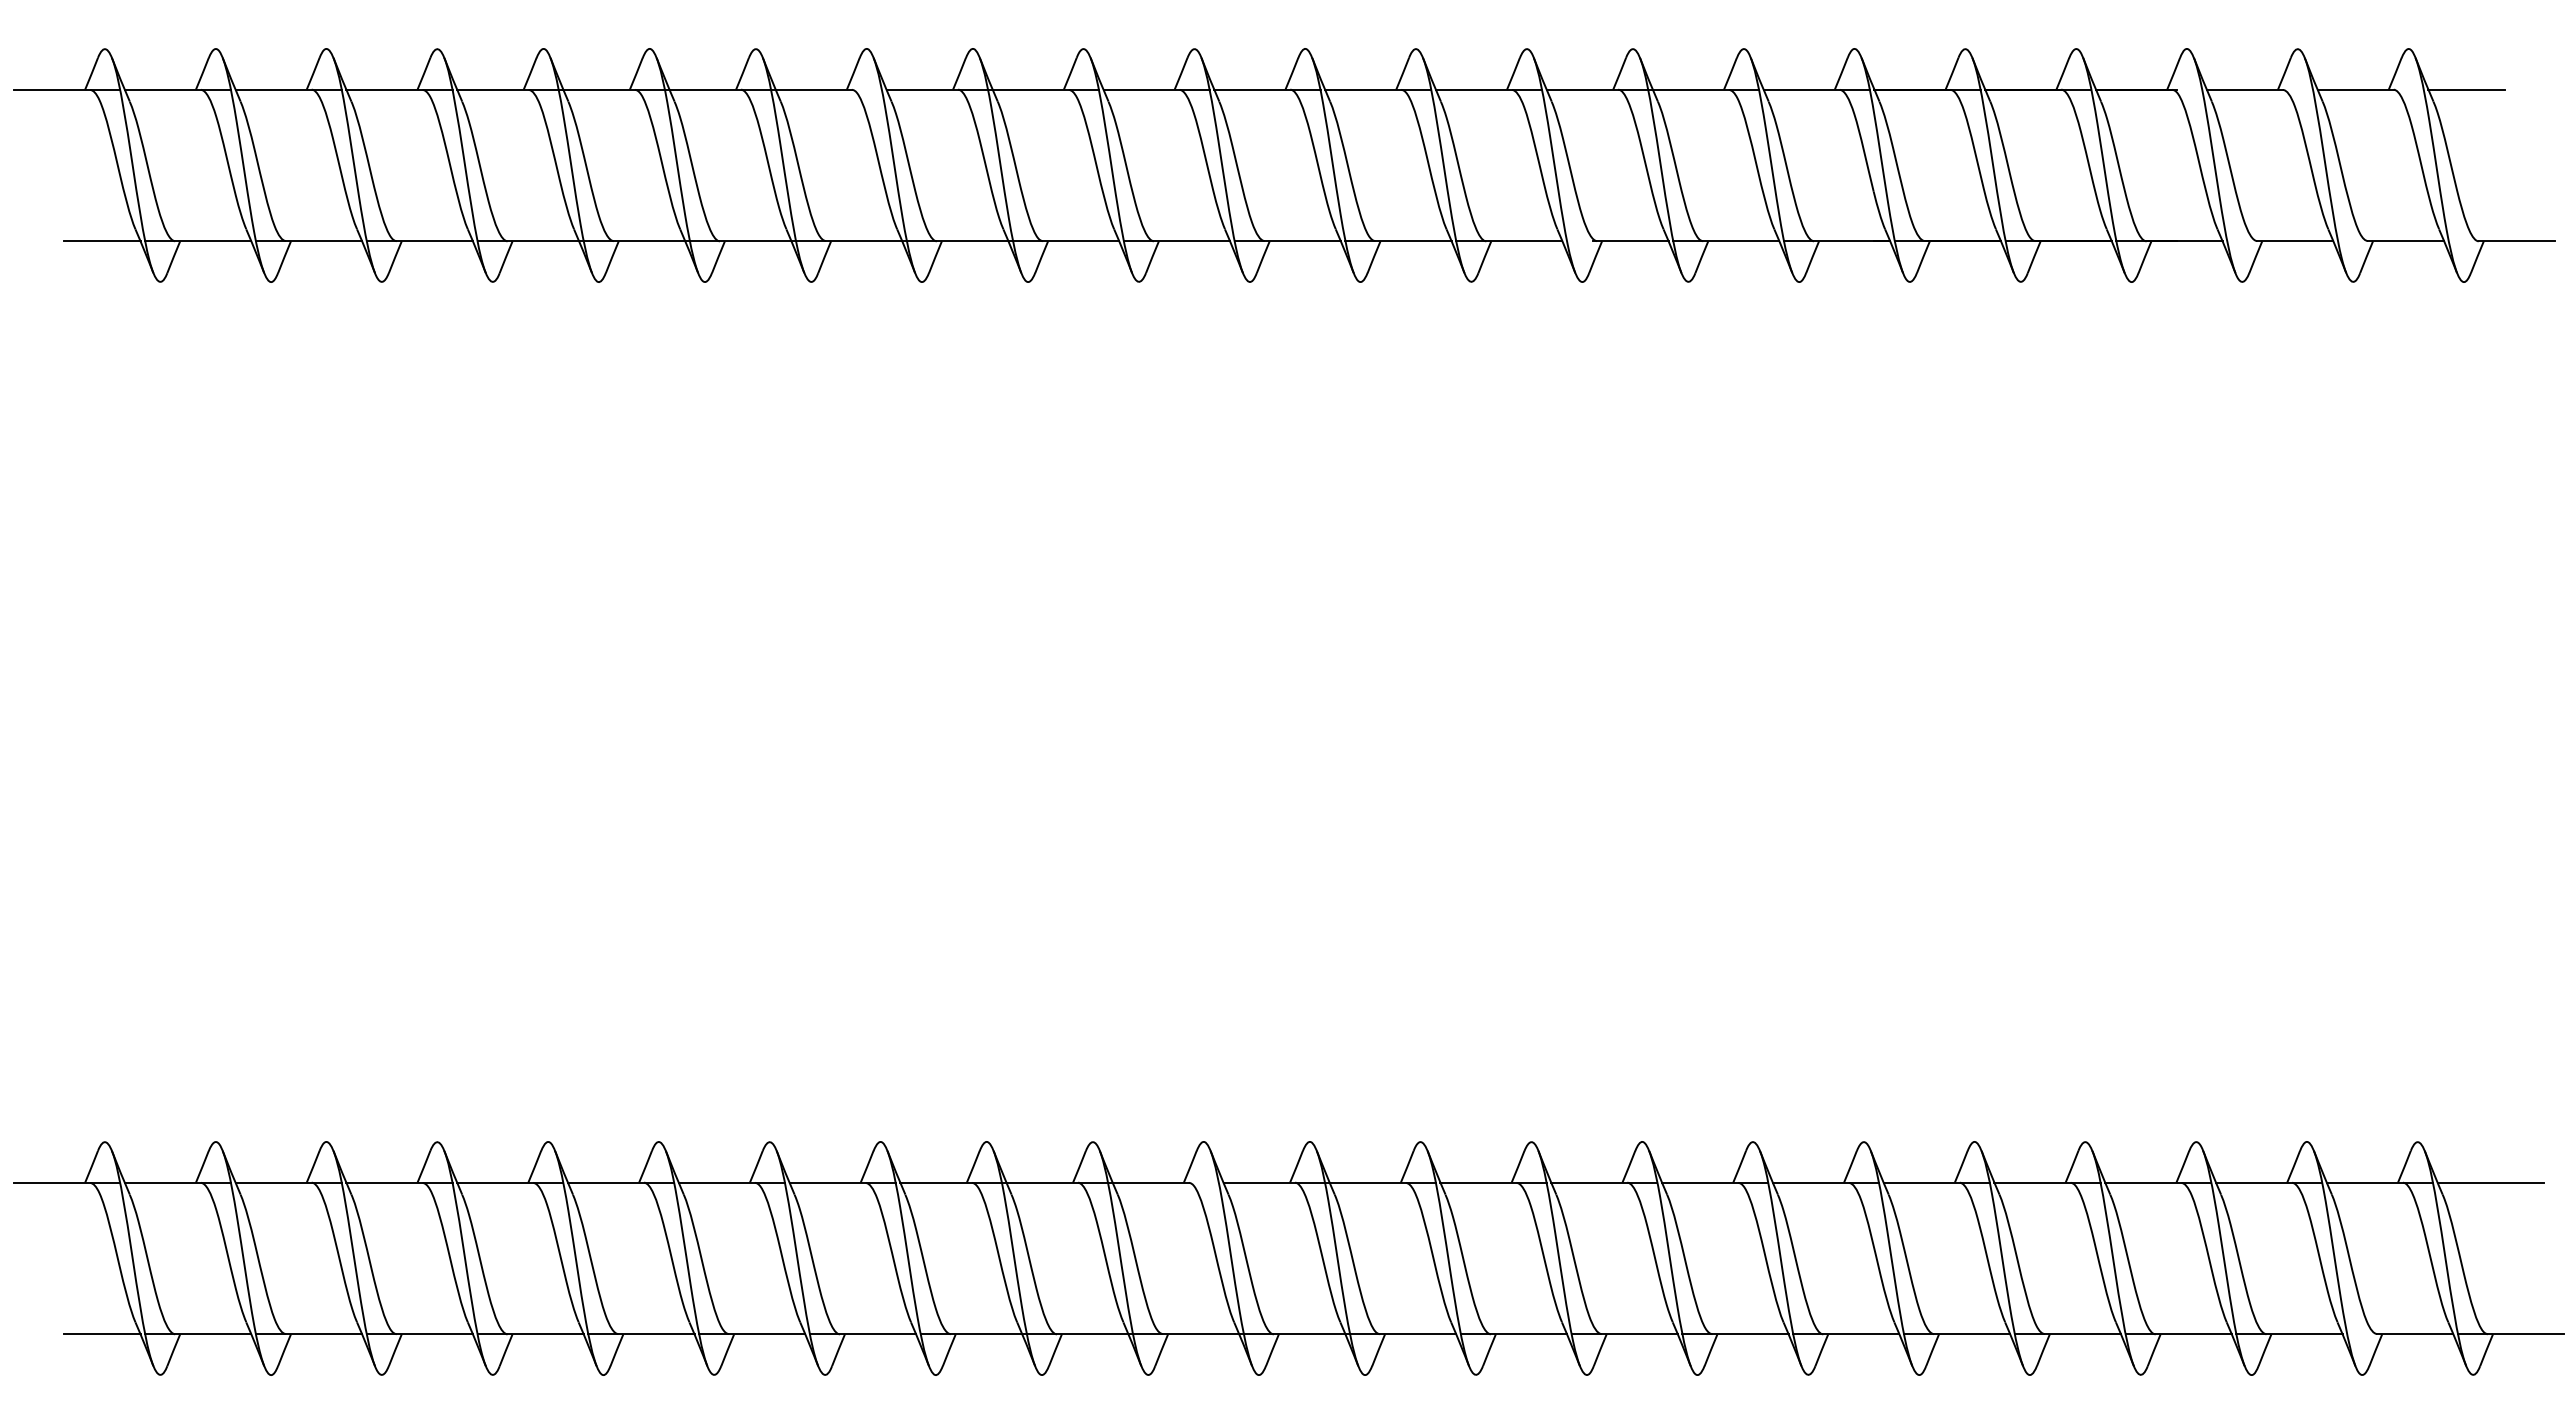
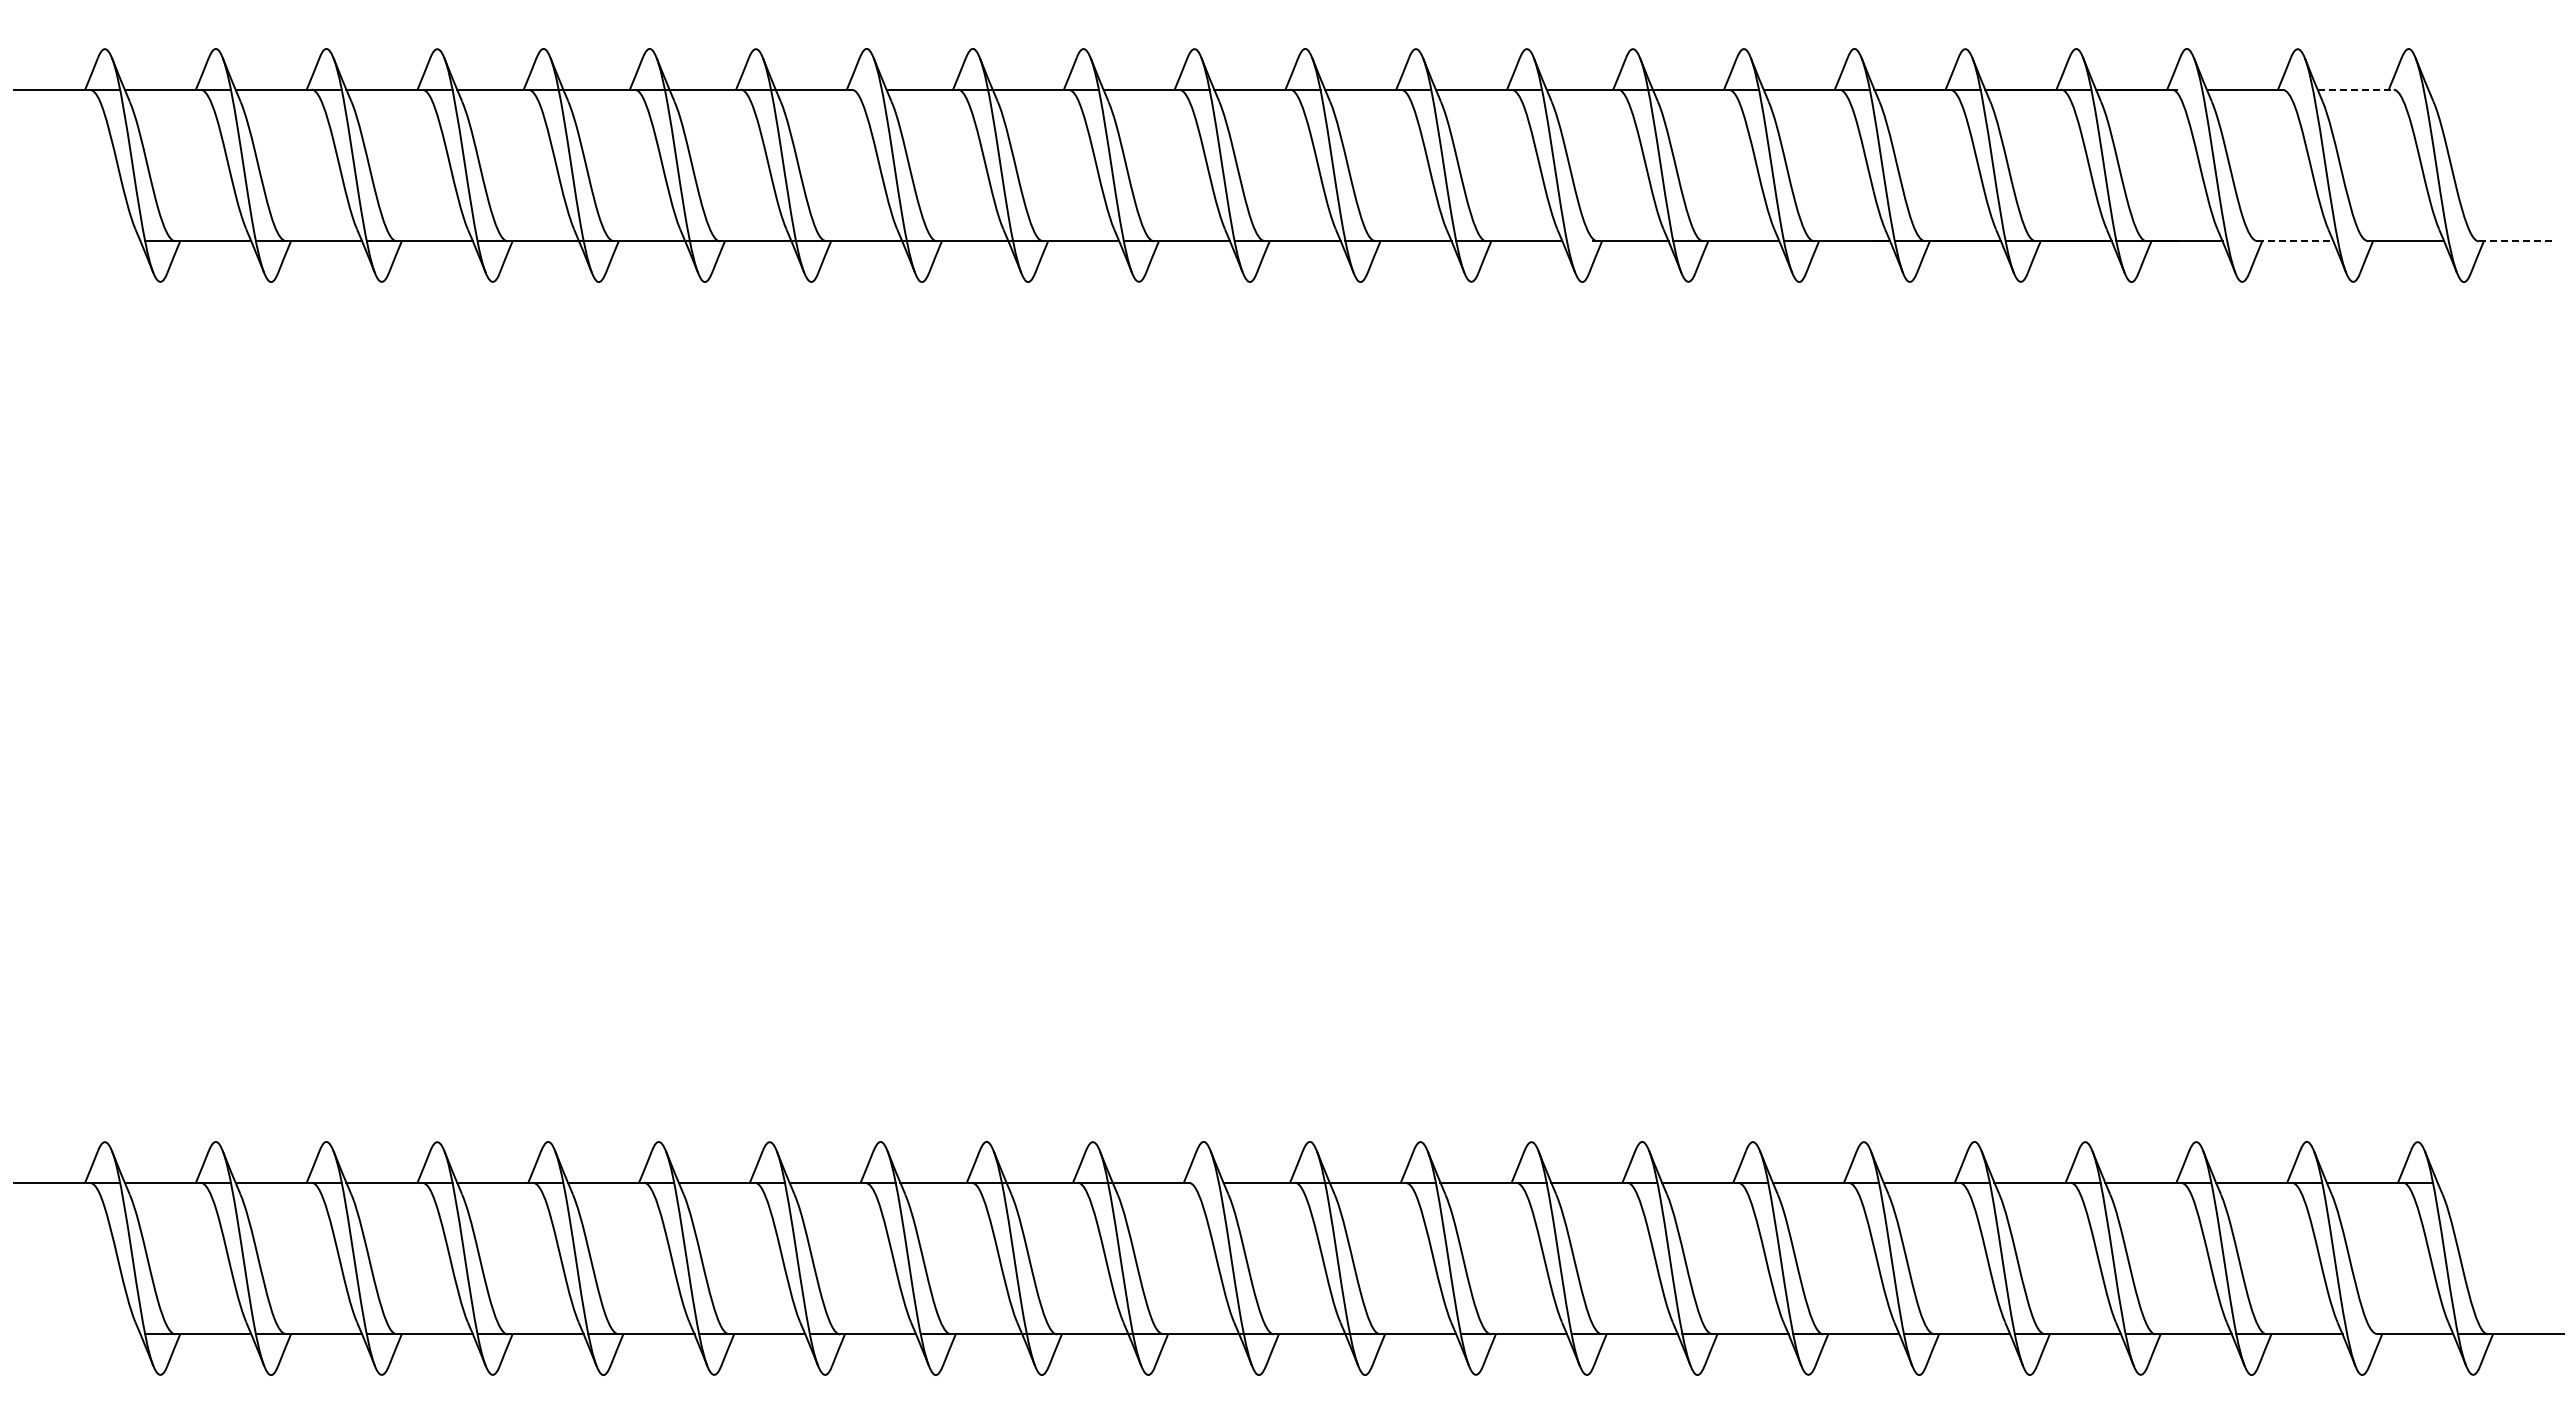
line at (2356, 89): solid -> dashed
line at (2466, 89): present -> none
line at (102, 241): present -> none
line at (2295, 241): solid -> dashed
line at (2517, 241): solid -> dashed
line at (2490, 1182): present -> none
line at (102, 1334): present -> none
